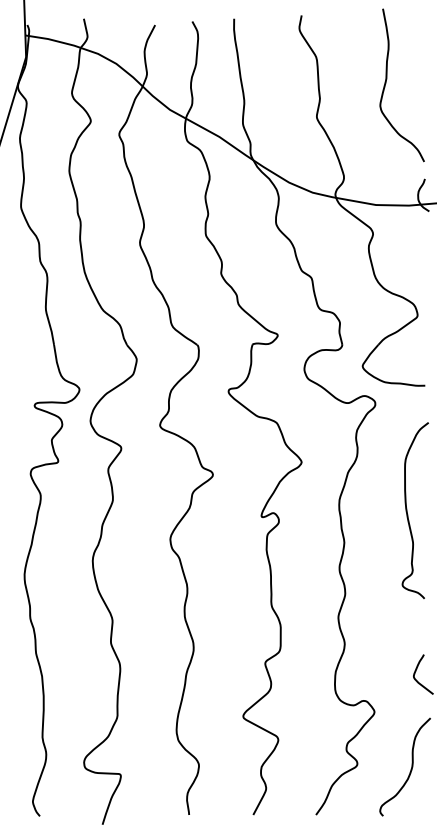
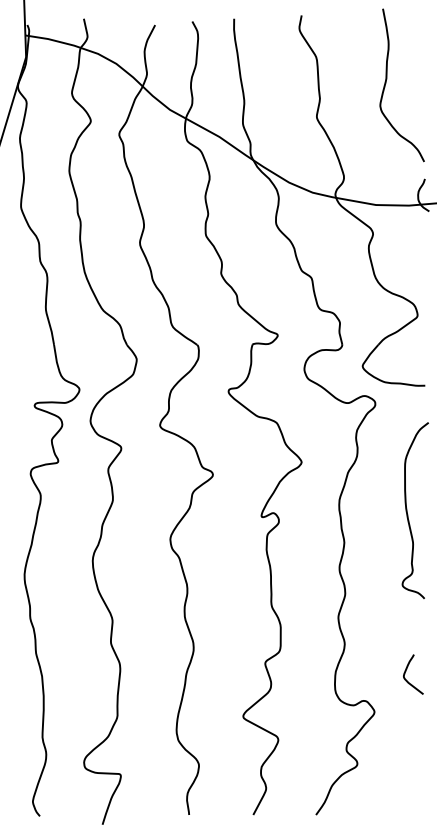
curve at (416, 671) position: (416, 671) -> (406, 671)
curve at (410, 769): present -> none
